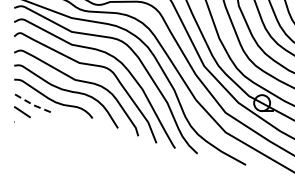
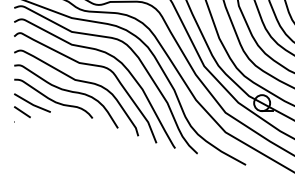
line at (31, 104): dashed -> solid
